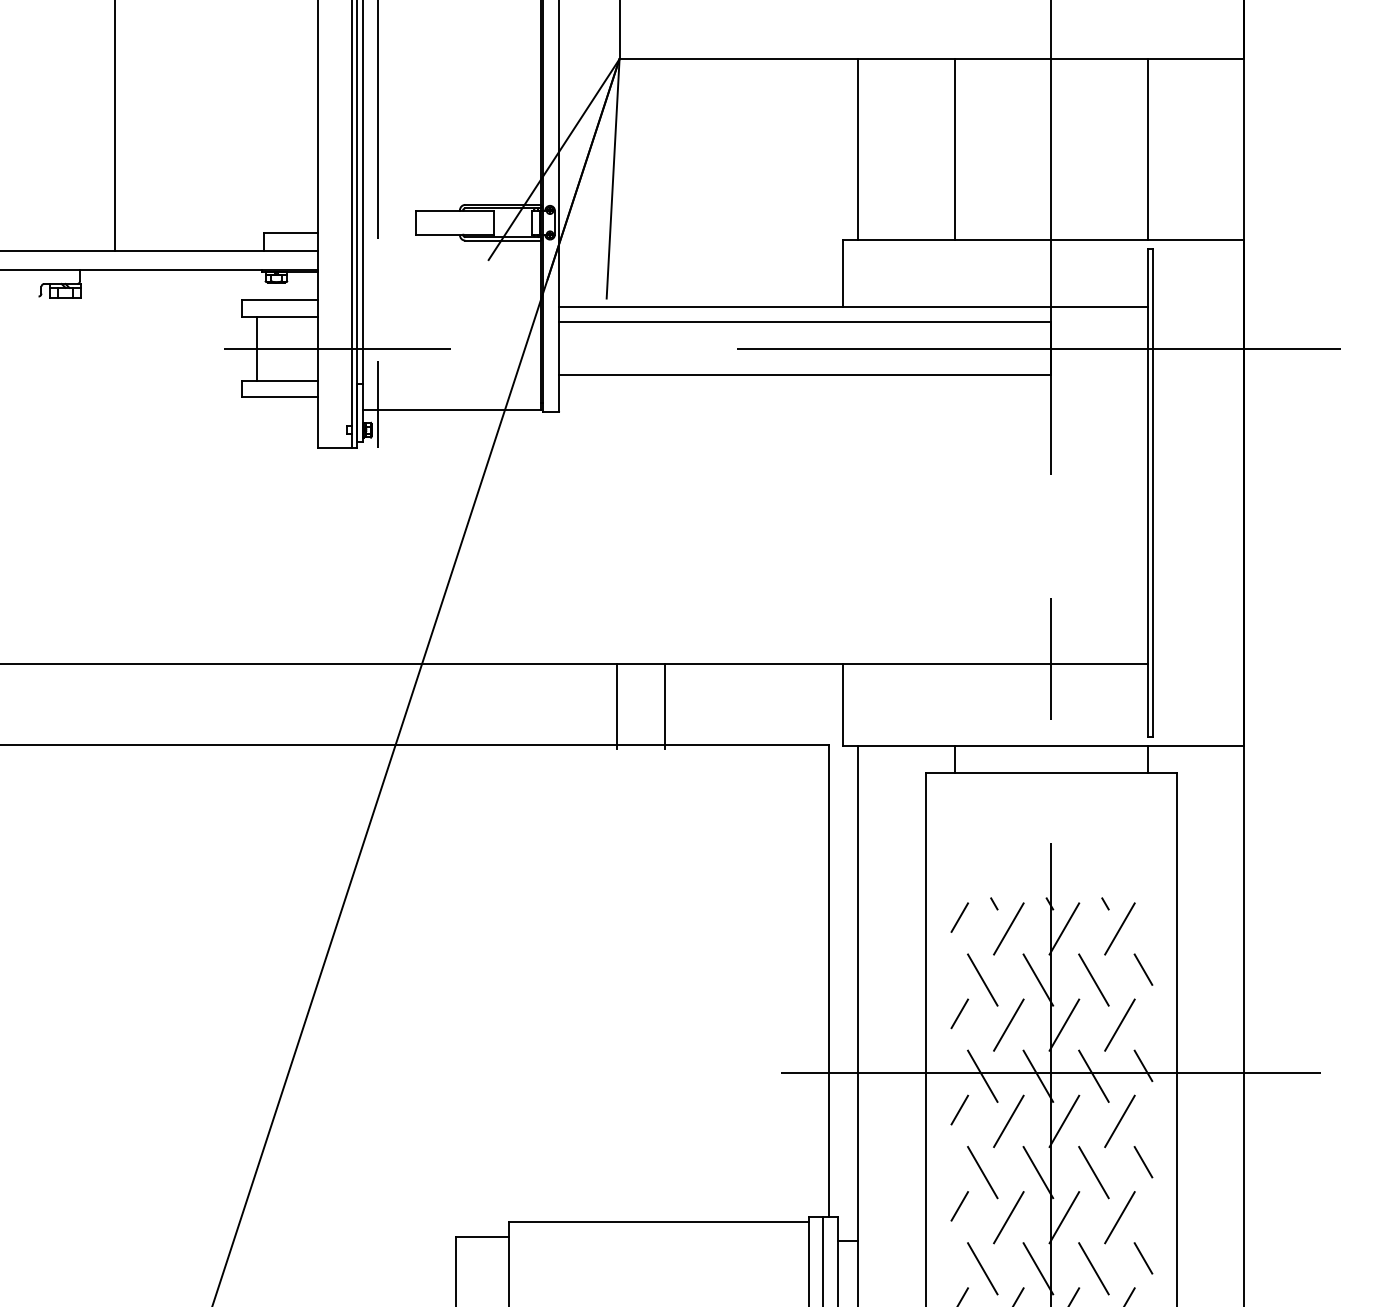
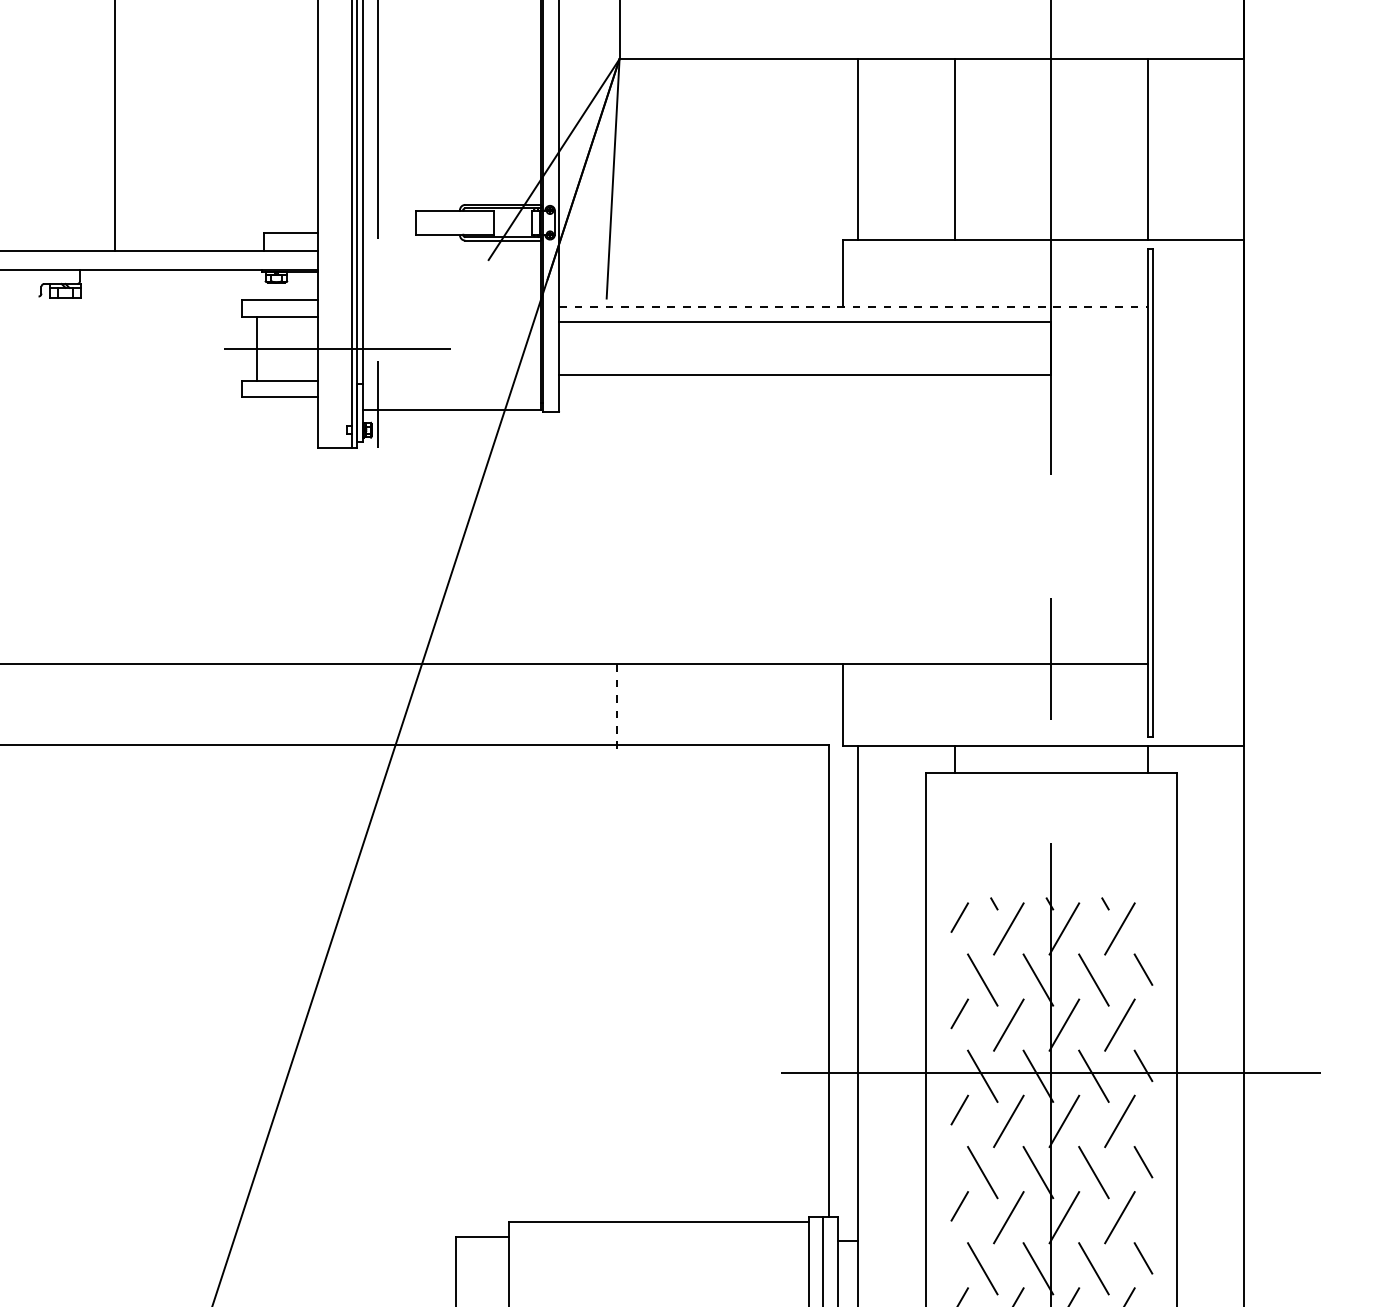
line at (853, 307): solid -> dashed
line at (1038, 348): present -> none
line at (664, 706): present -> none
line at (616, 707): solid -> dashed
